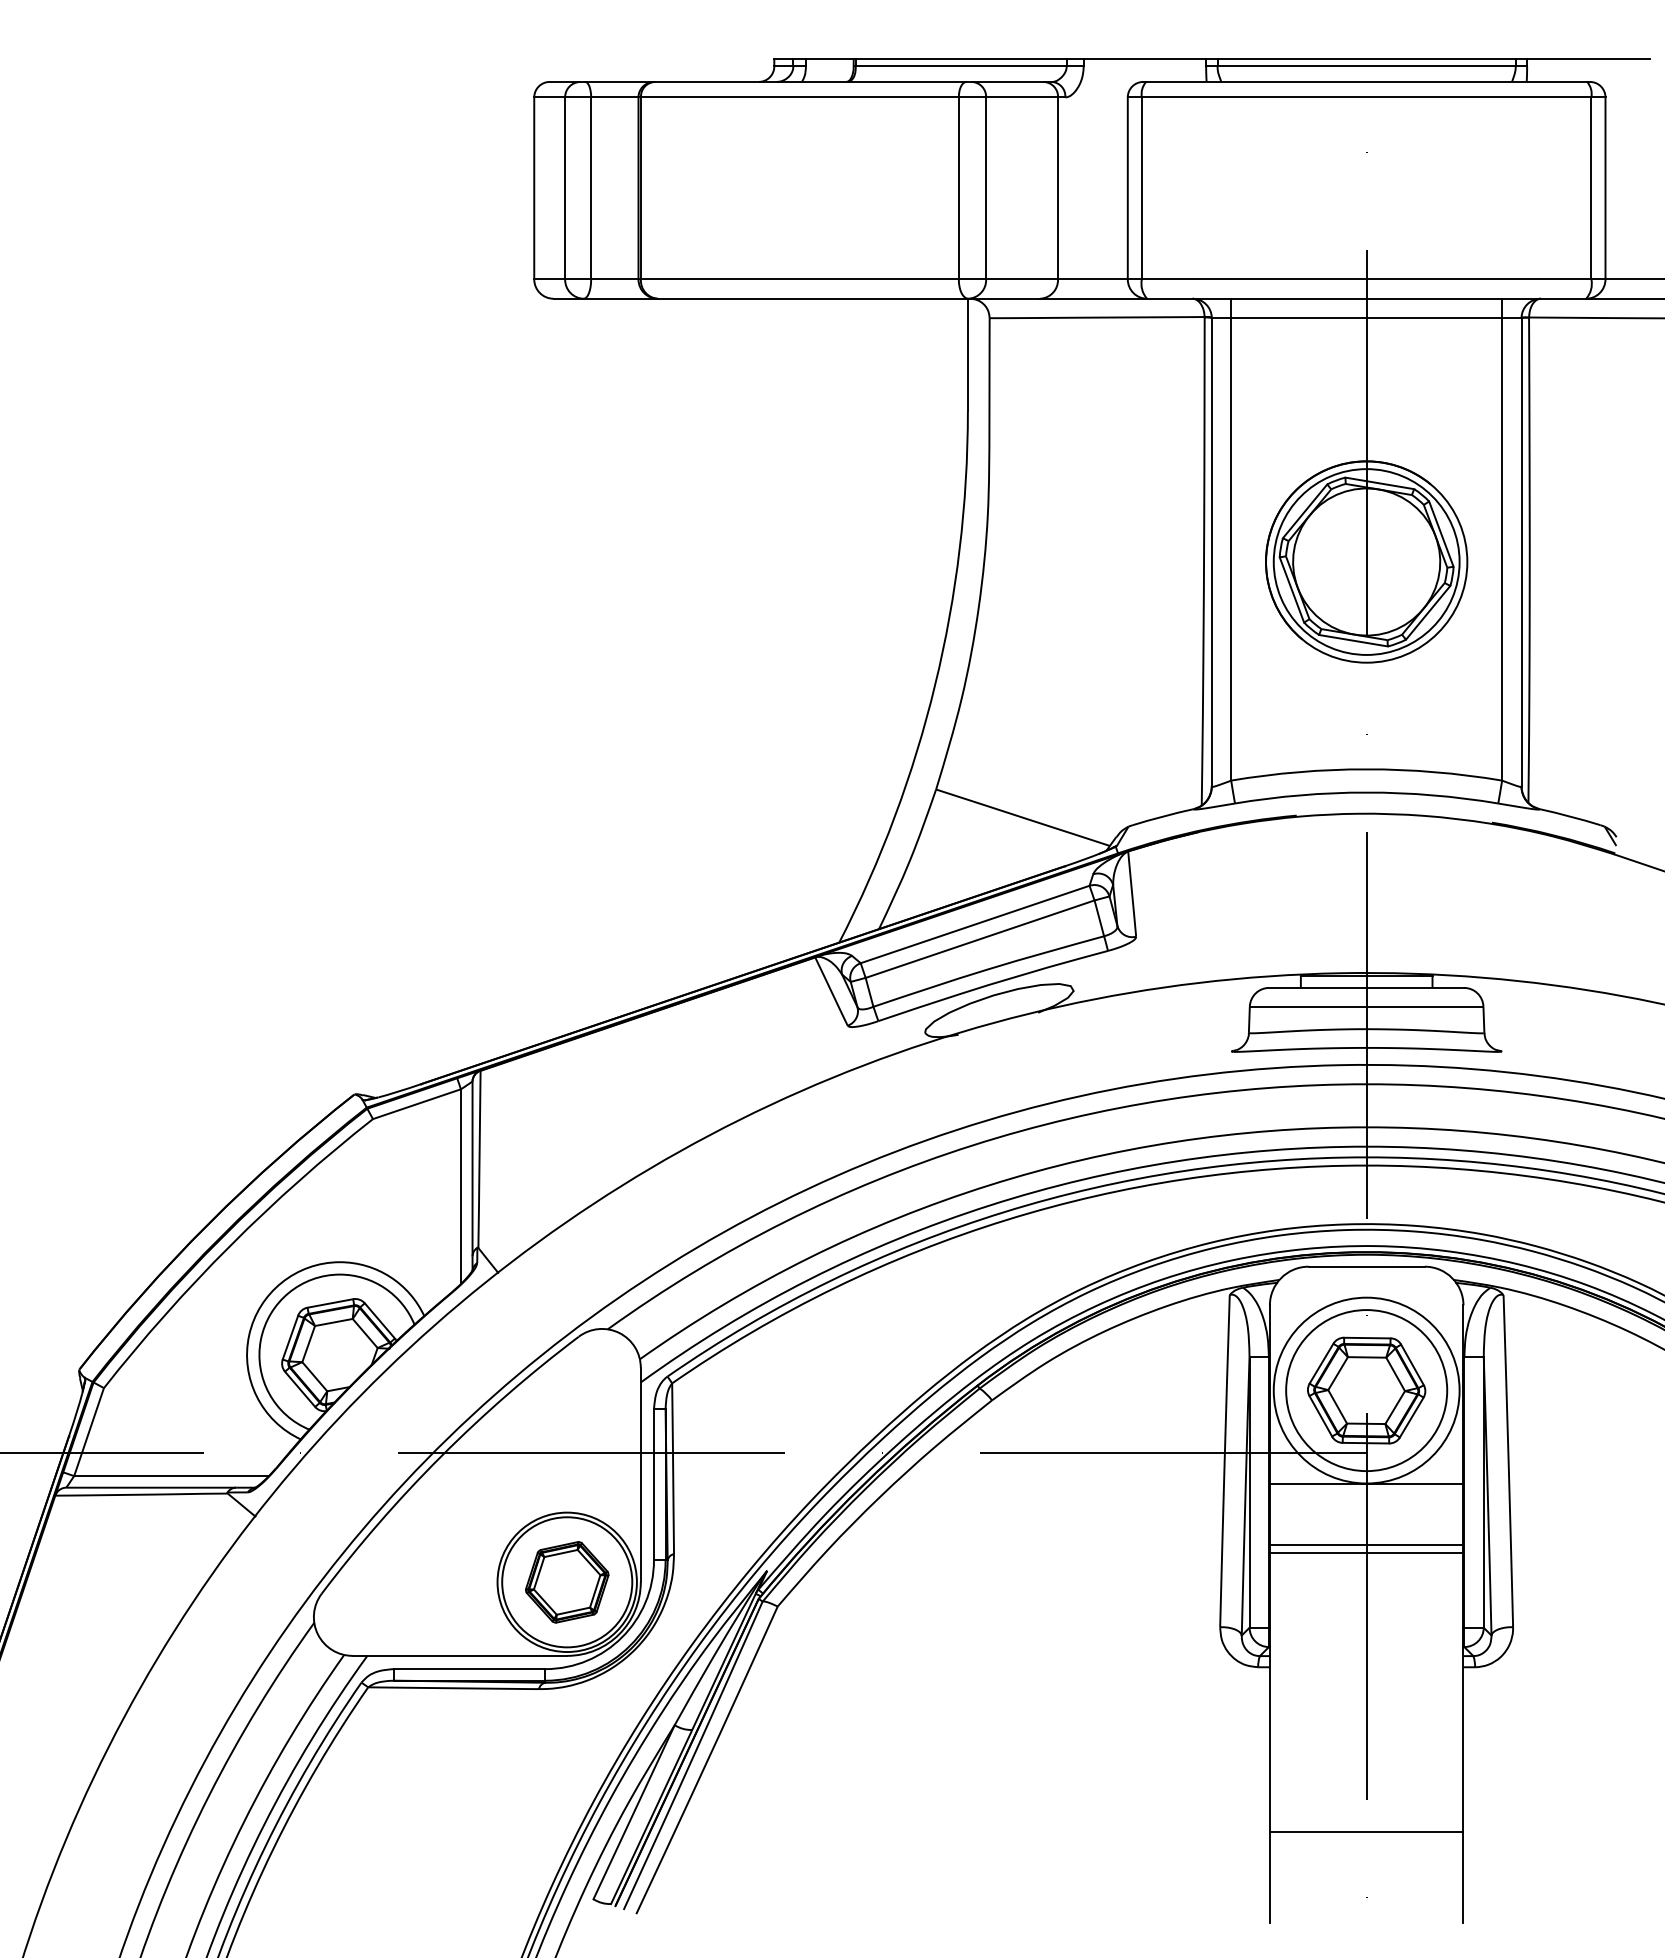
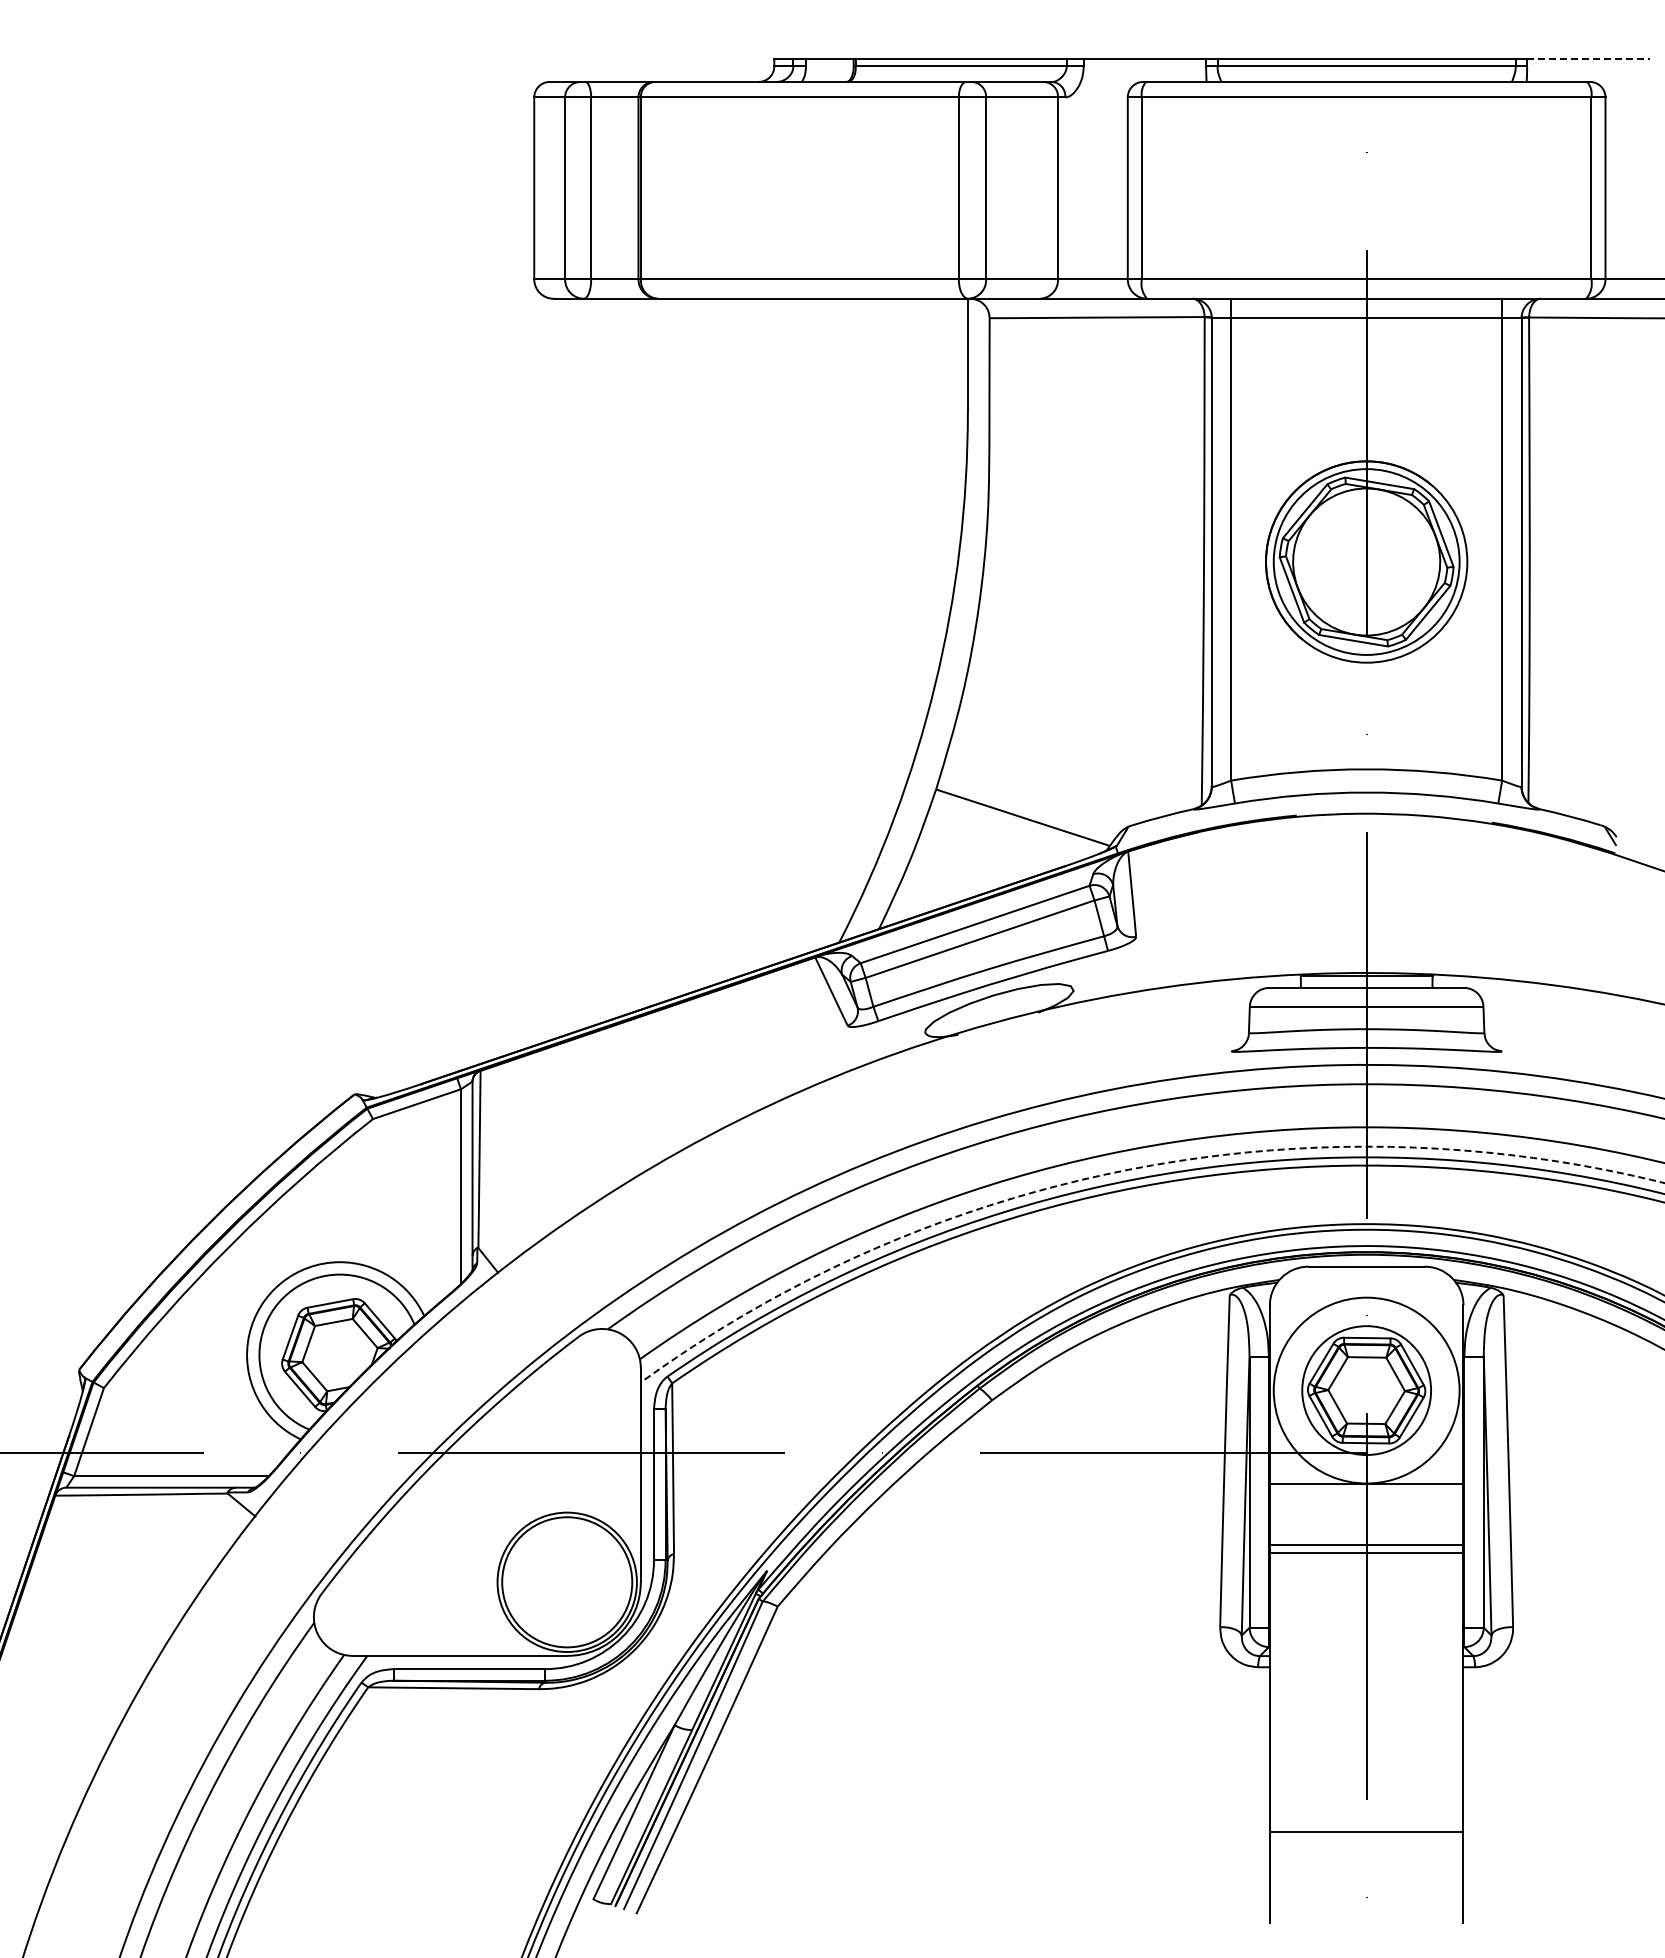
line at (1588, 58): solid -> dashed
arc at (1126, 1170): solid -> dashed
circle at (1366, 1390) diameter: 161 px -> 129 px
part at (567, 1582): present -> none
